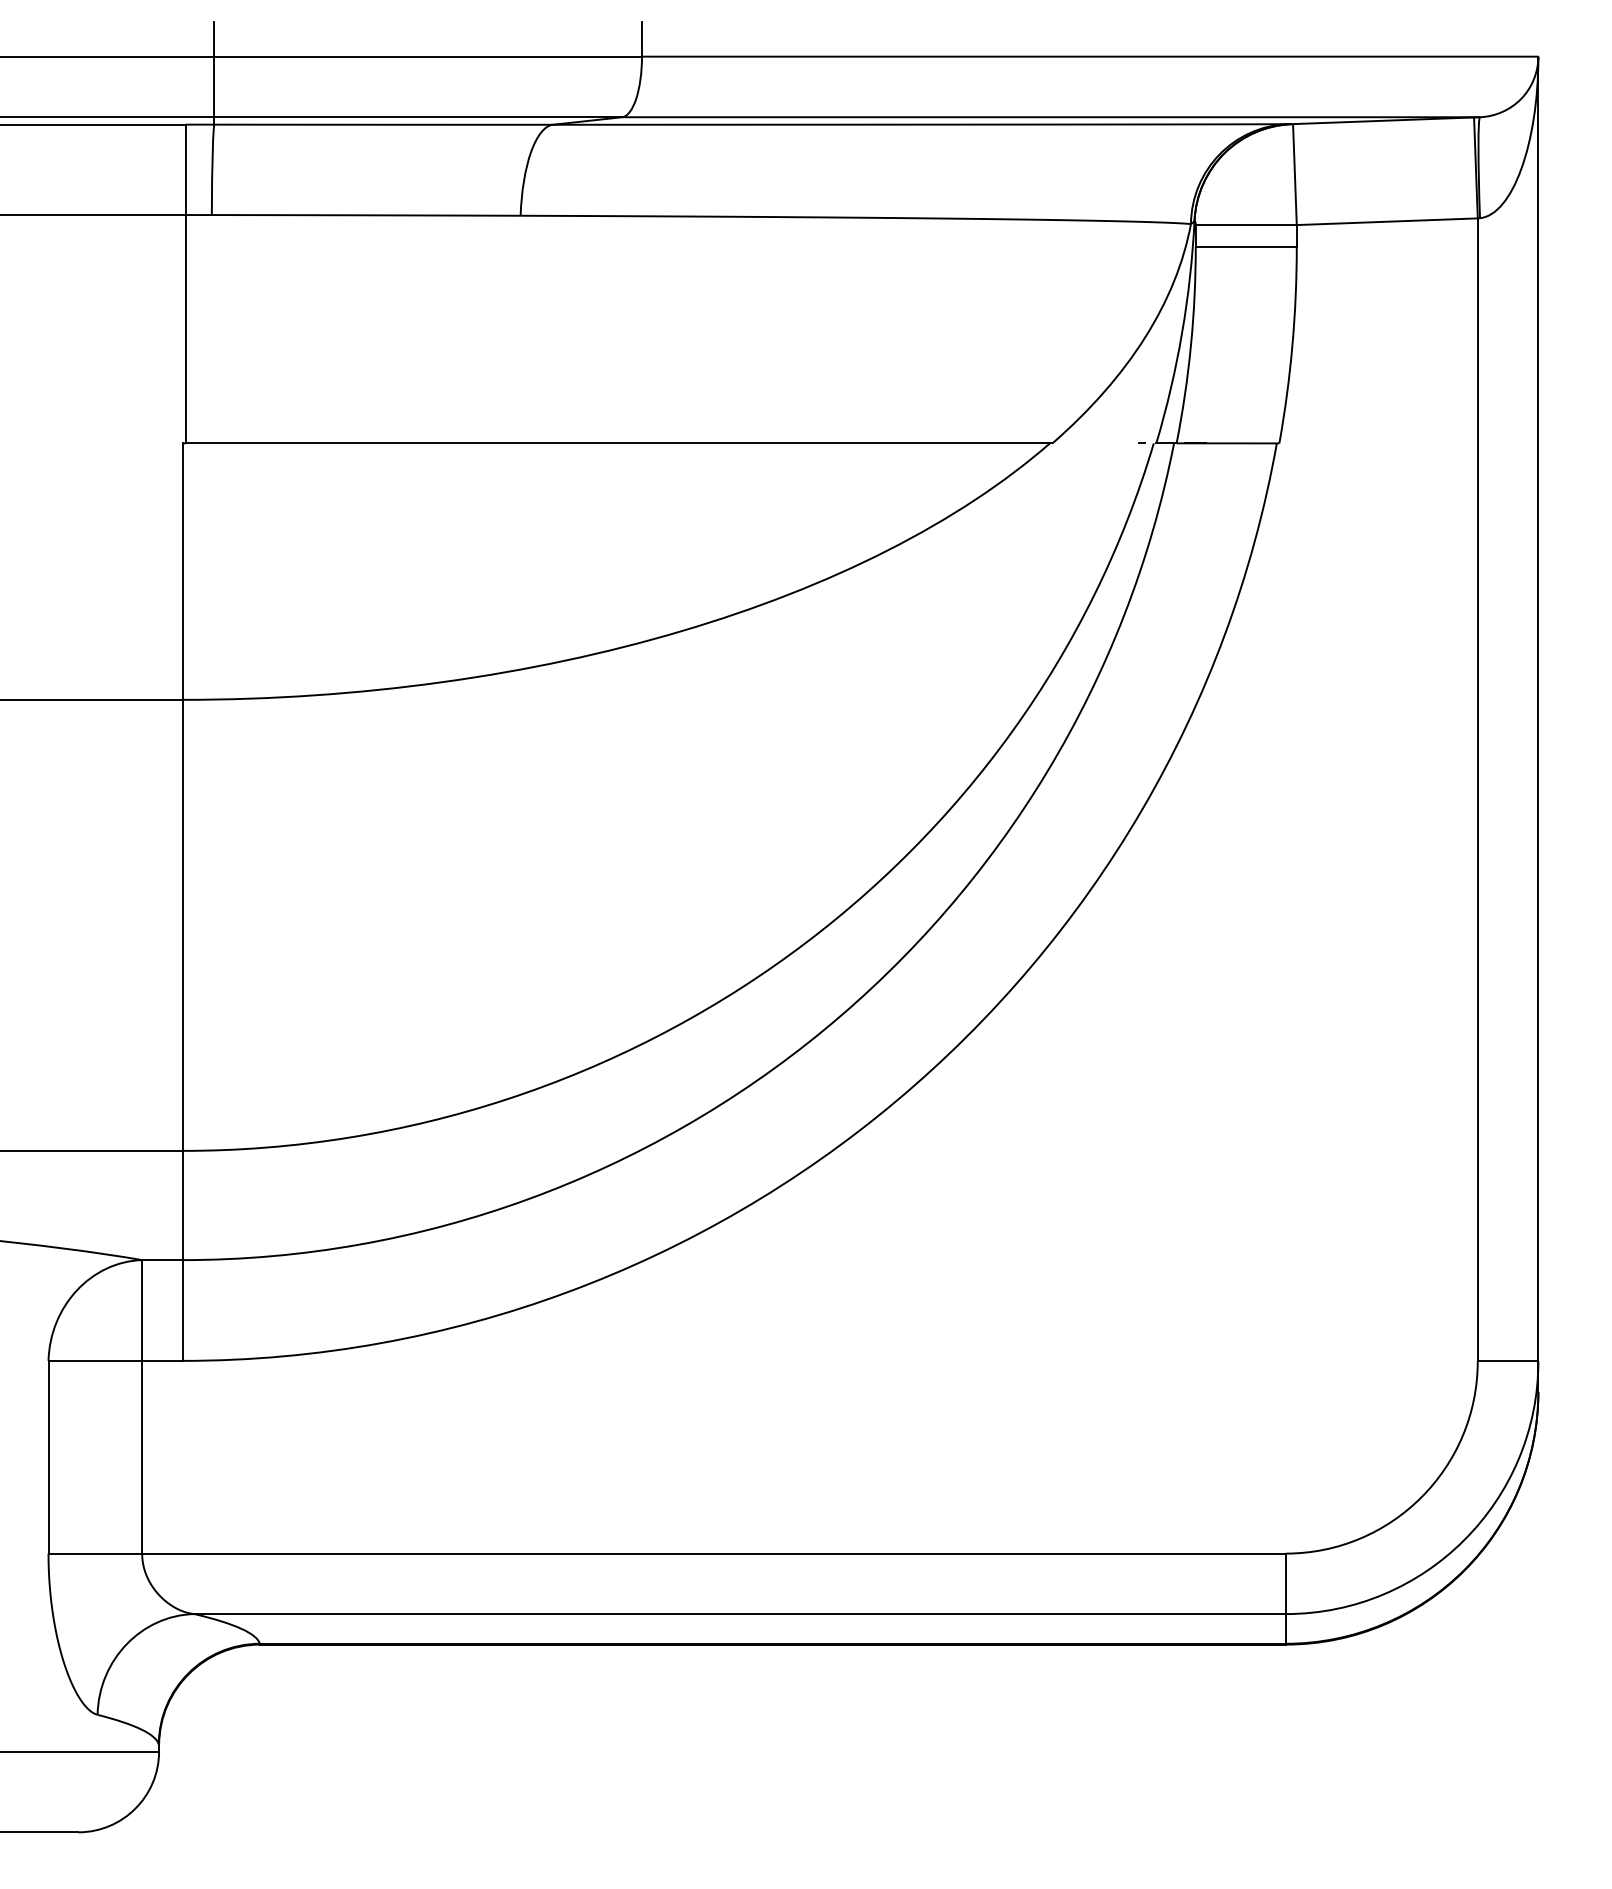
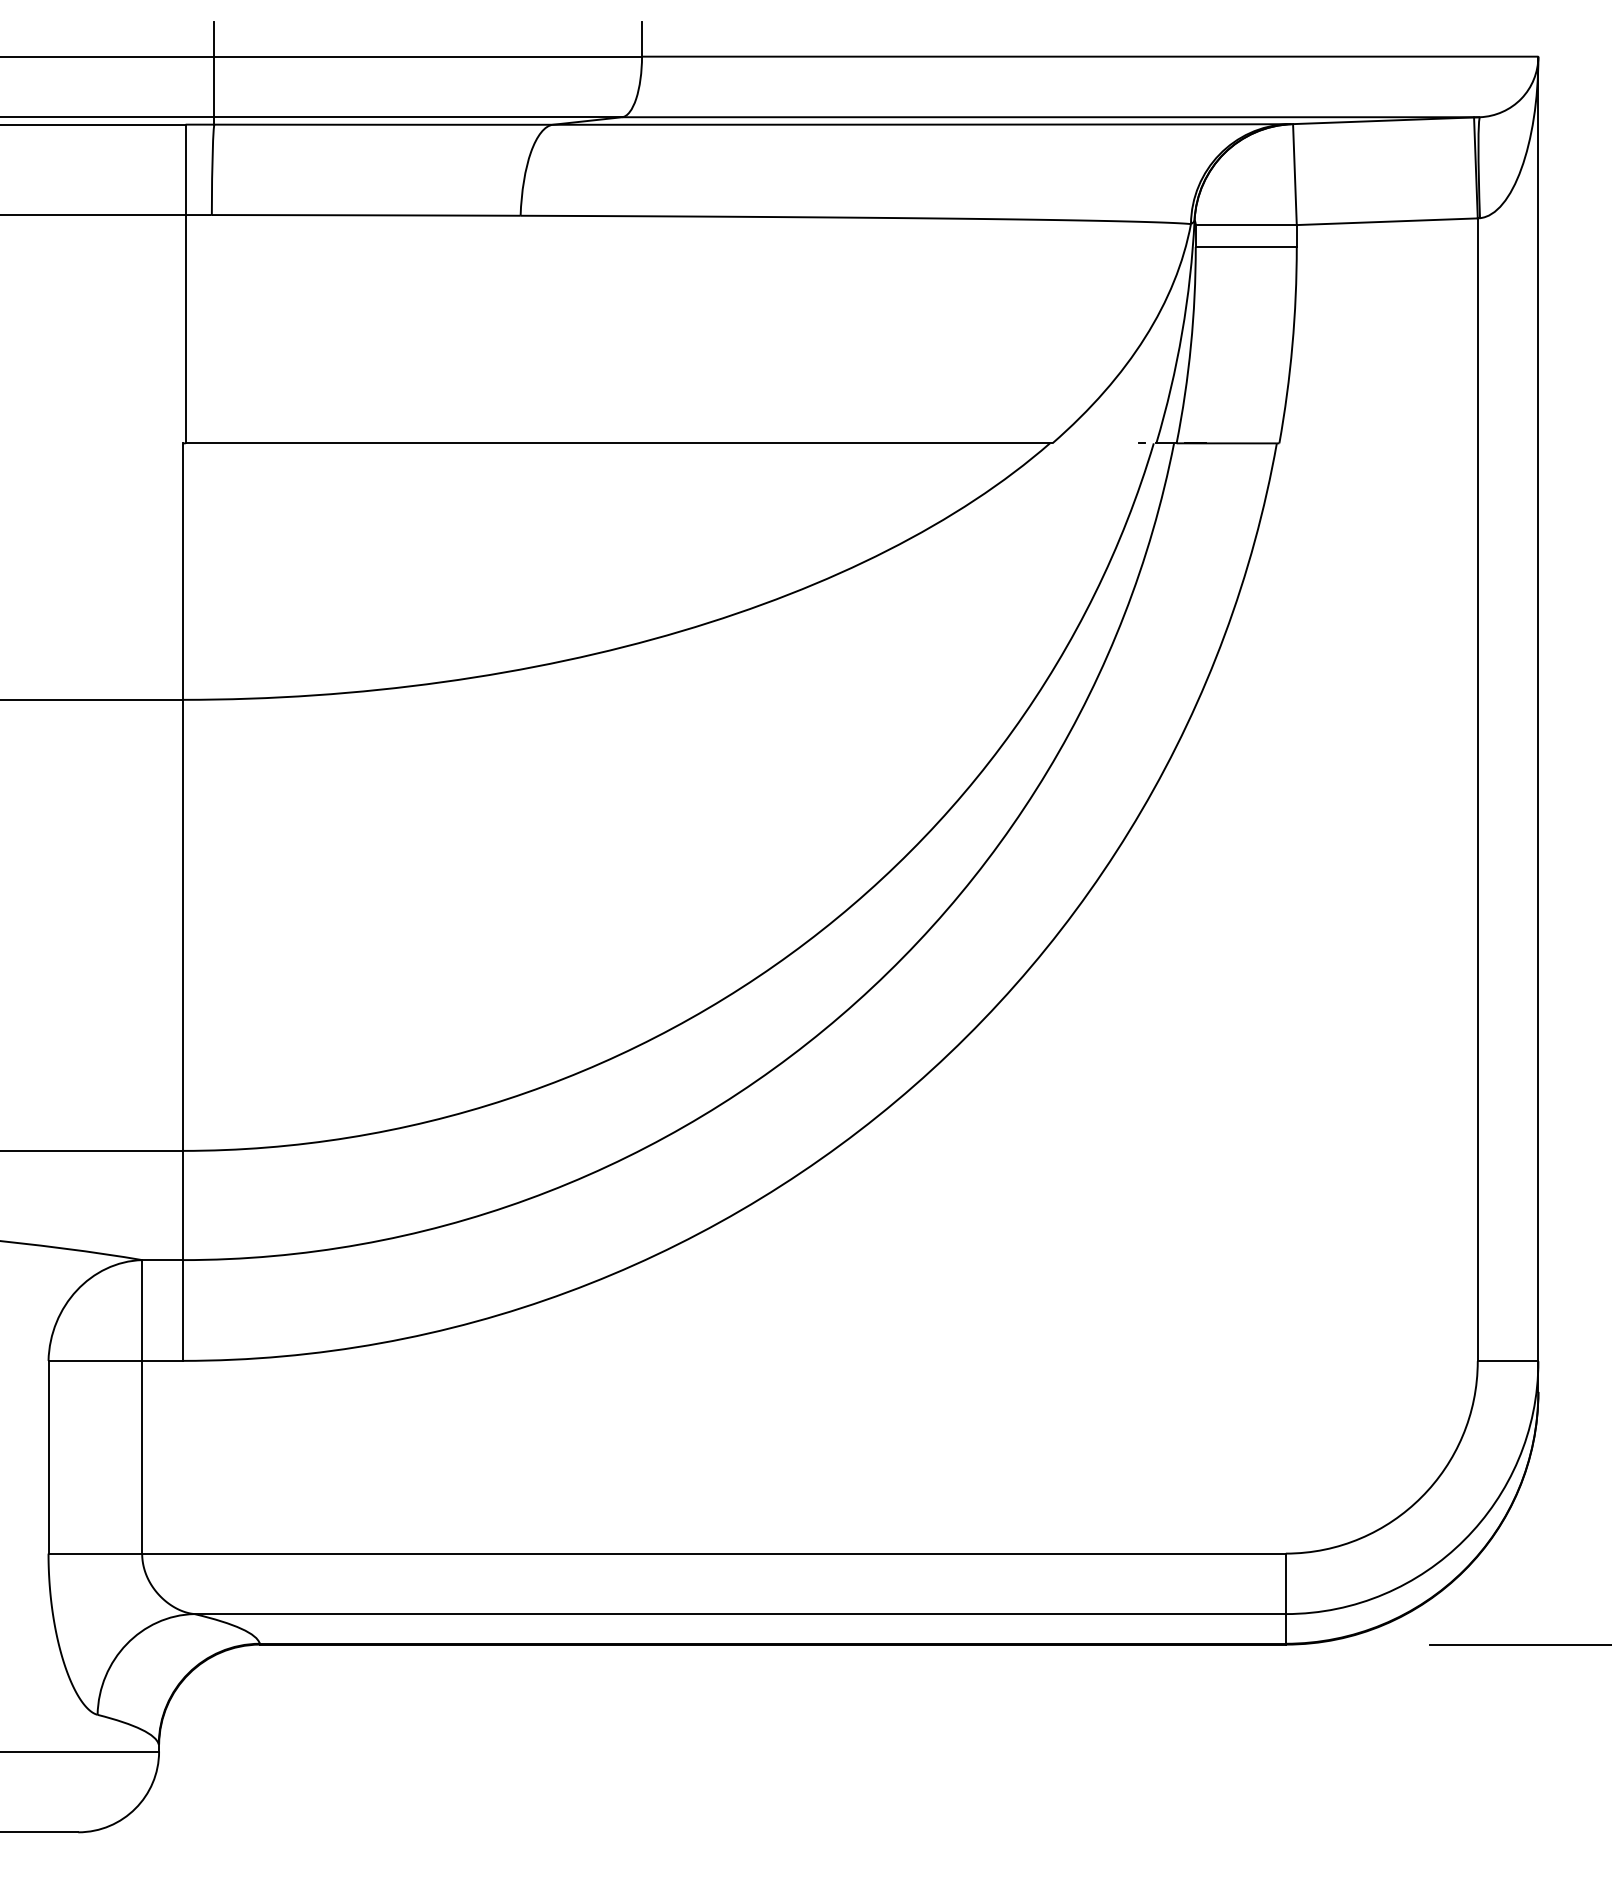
line at (1519, 1644): none -> present
